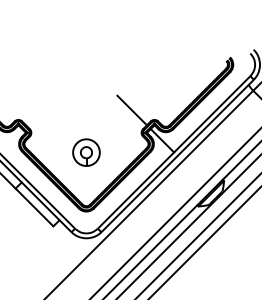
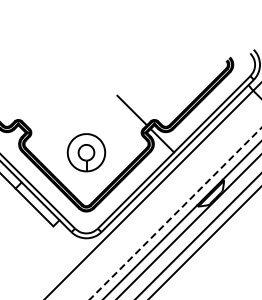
part at (86, 152) size: 29x29 px -> 41x40 px
line at (176, 213): solid -> dashed
